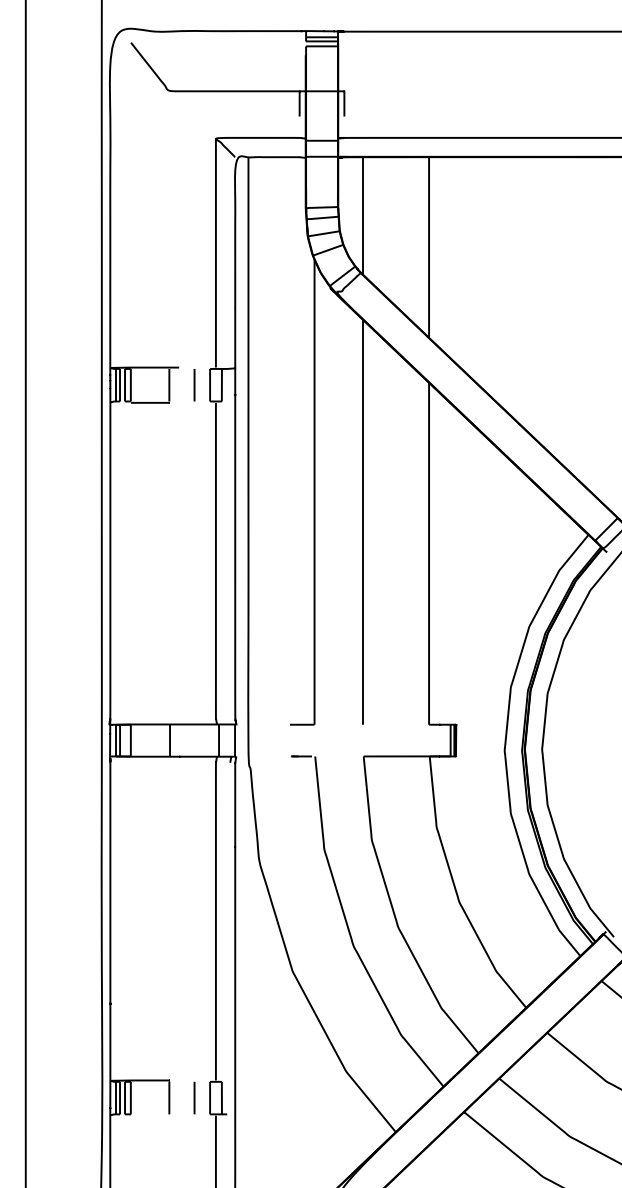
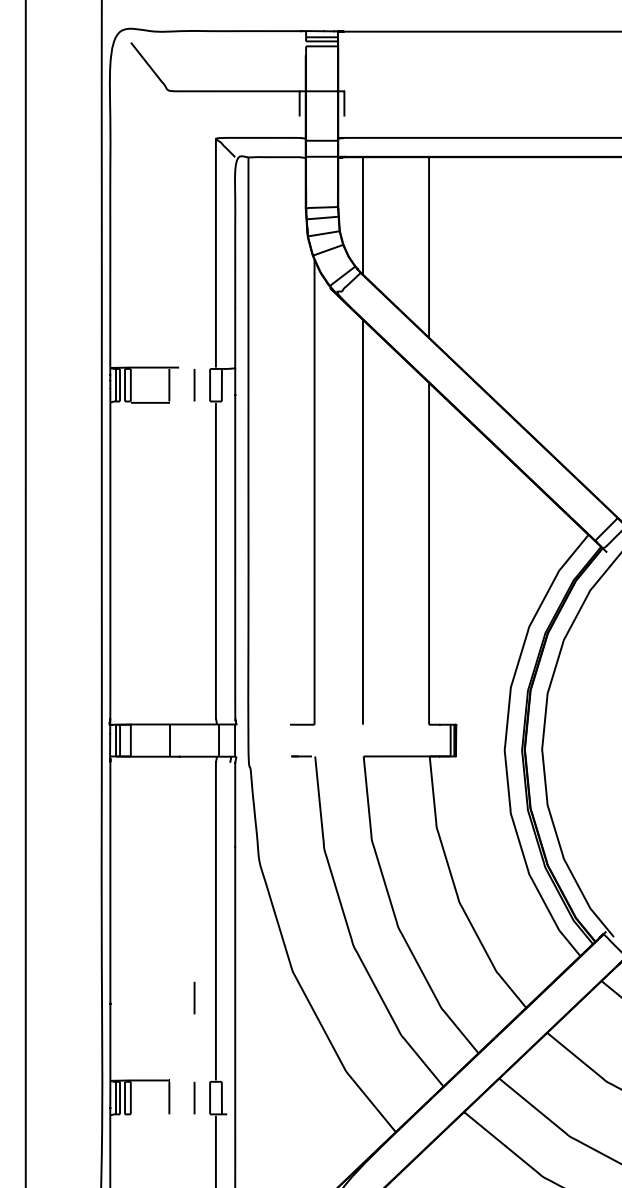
line at (194, 997): none -> present
